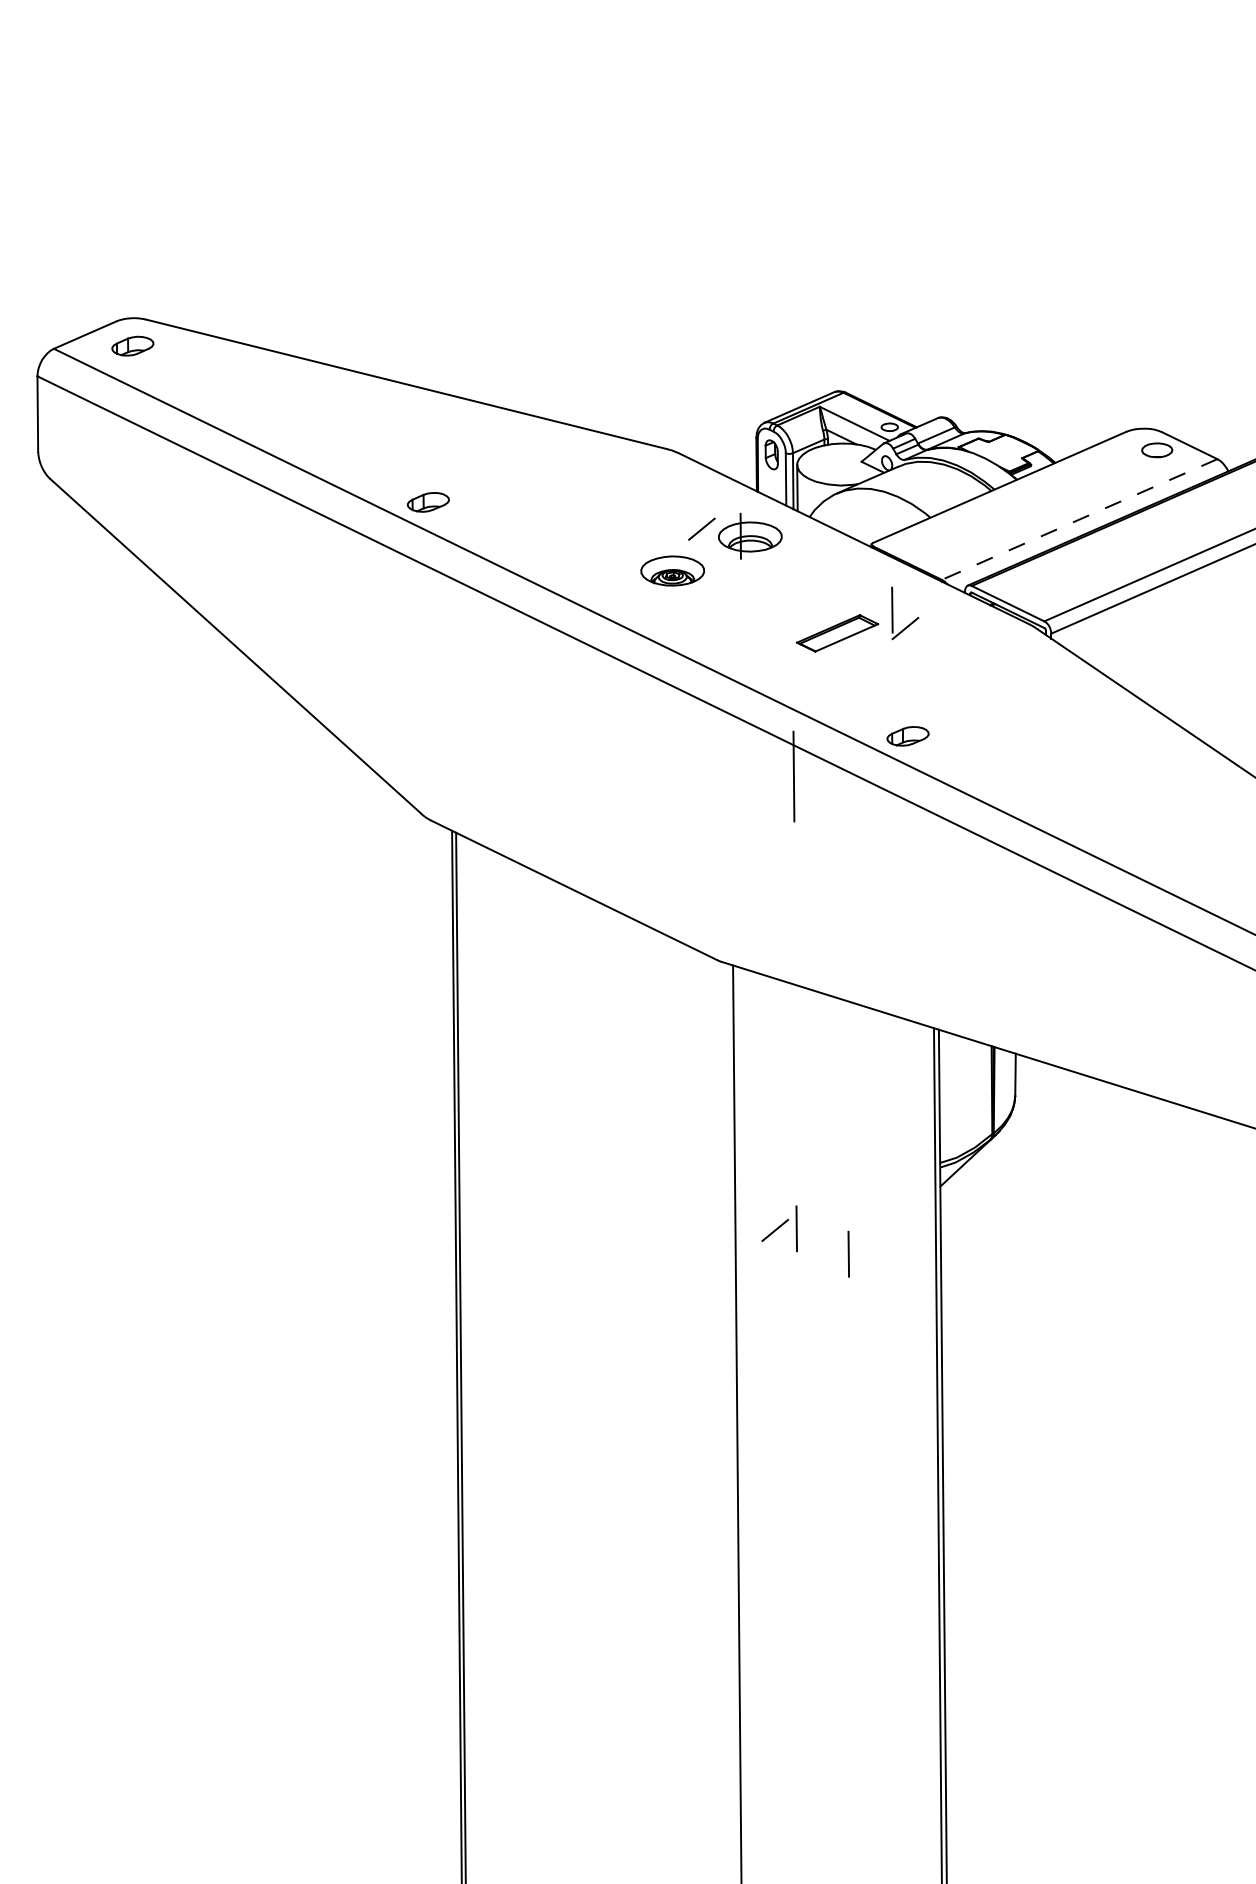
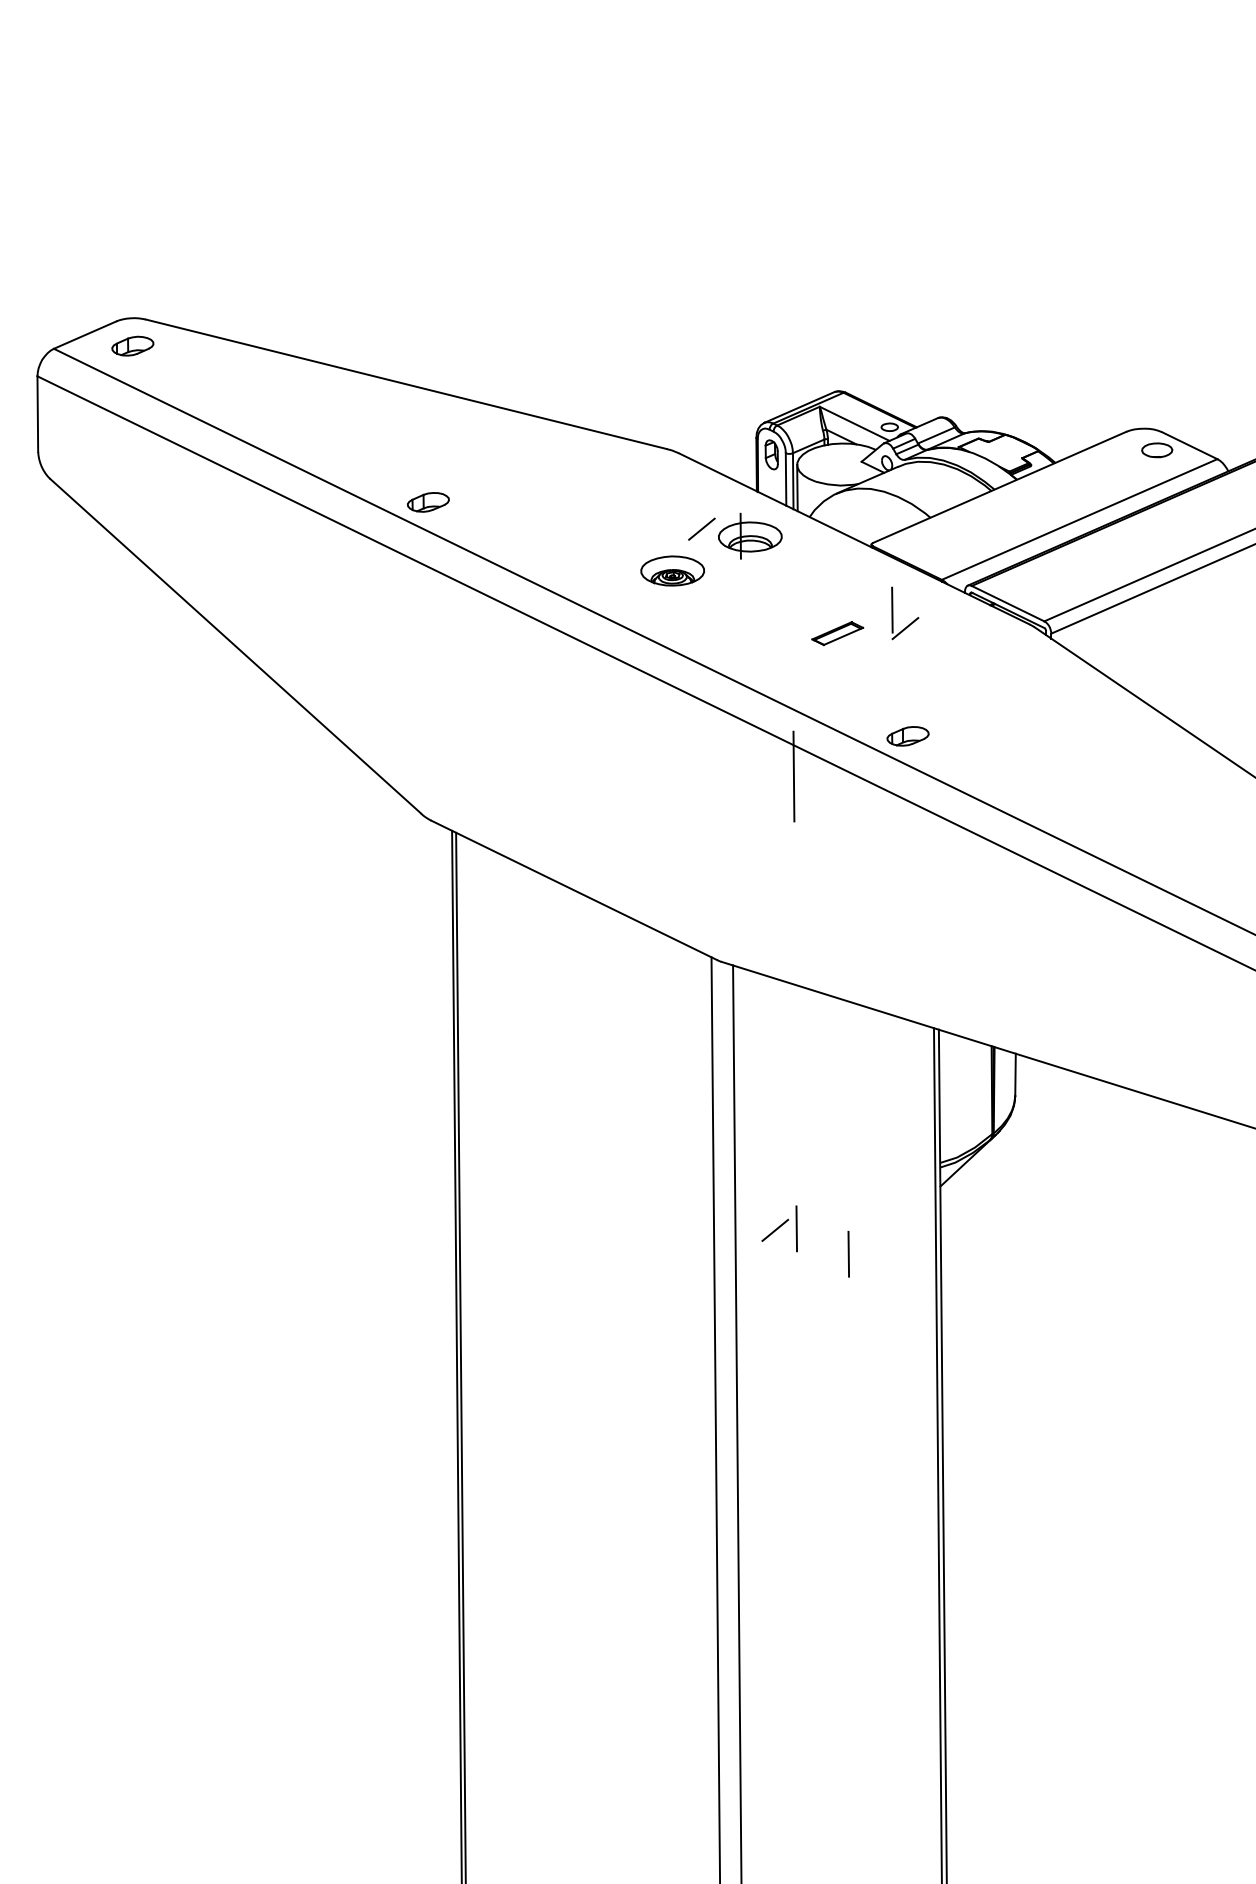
line at (1079, 519): dashed -> solid
part at (837, 633) size: 84x39 px -> 54x26 px
line at (715, 1418): none -> present
